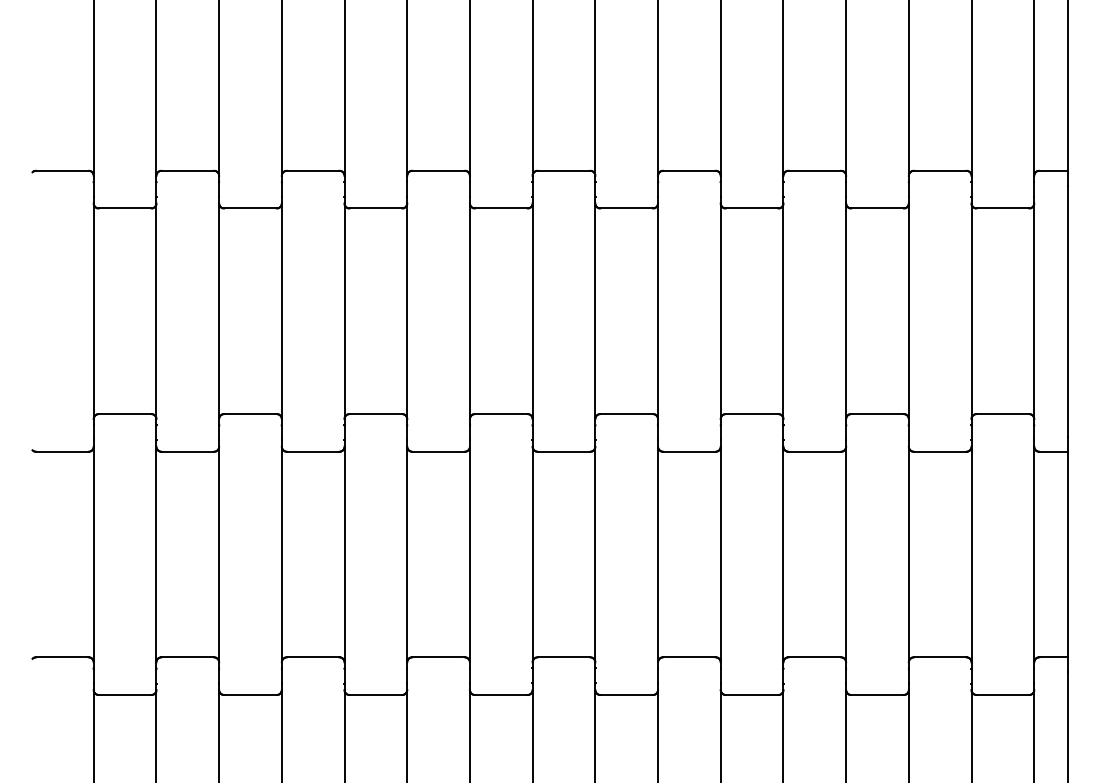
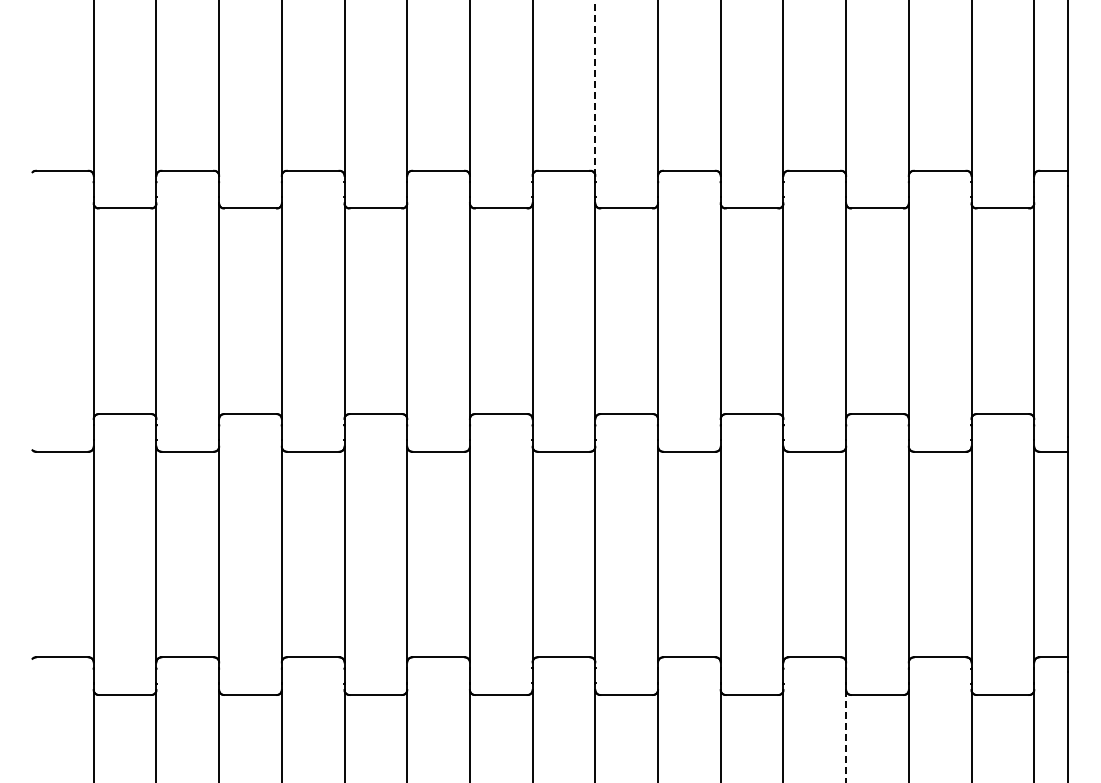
line at (595, 87): solid -> dashed
line at (846, 735): solid -> dashed
